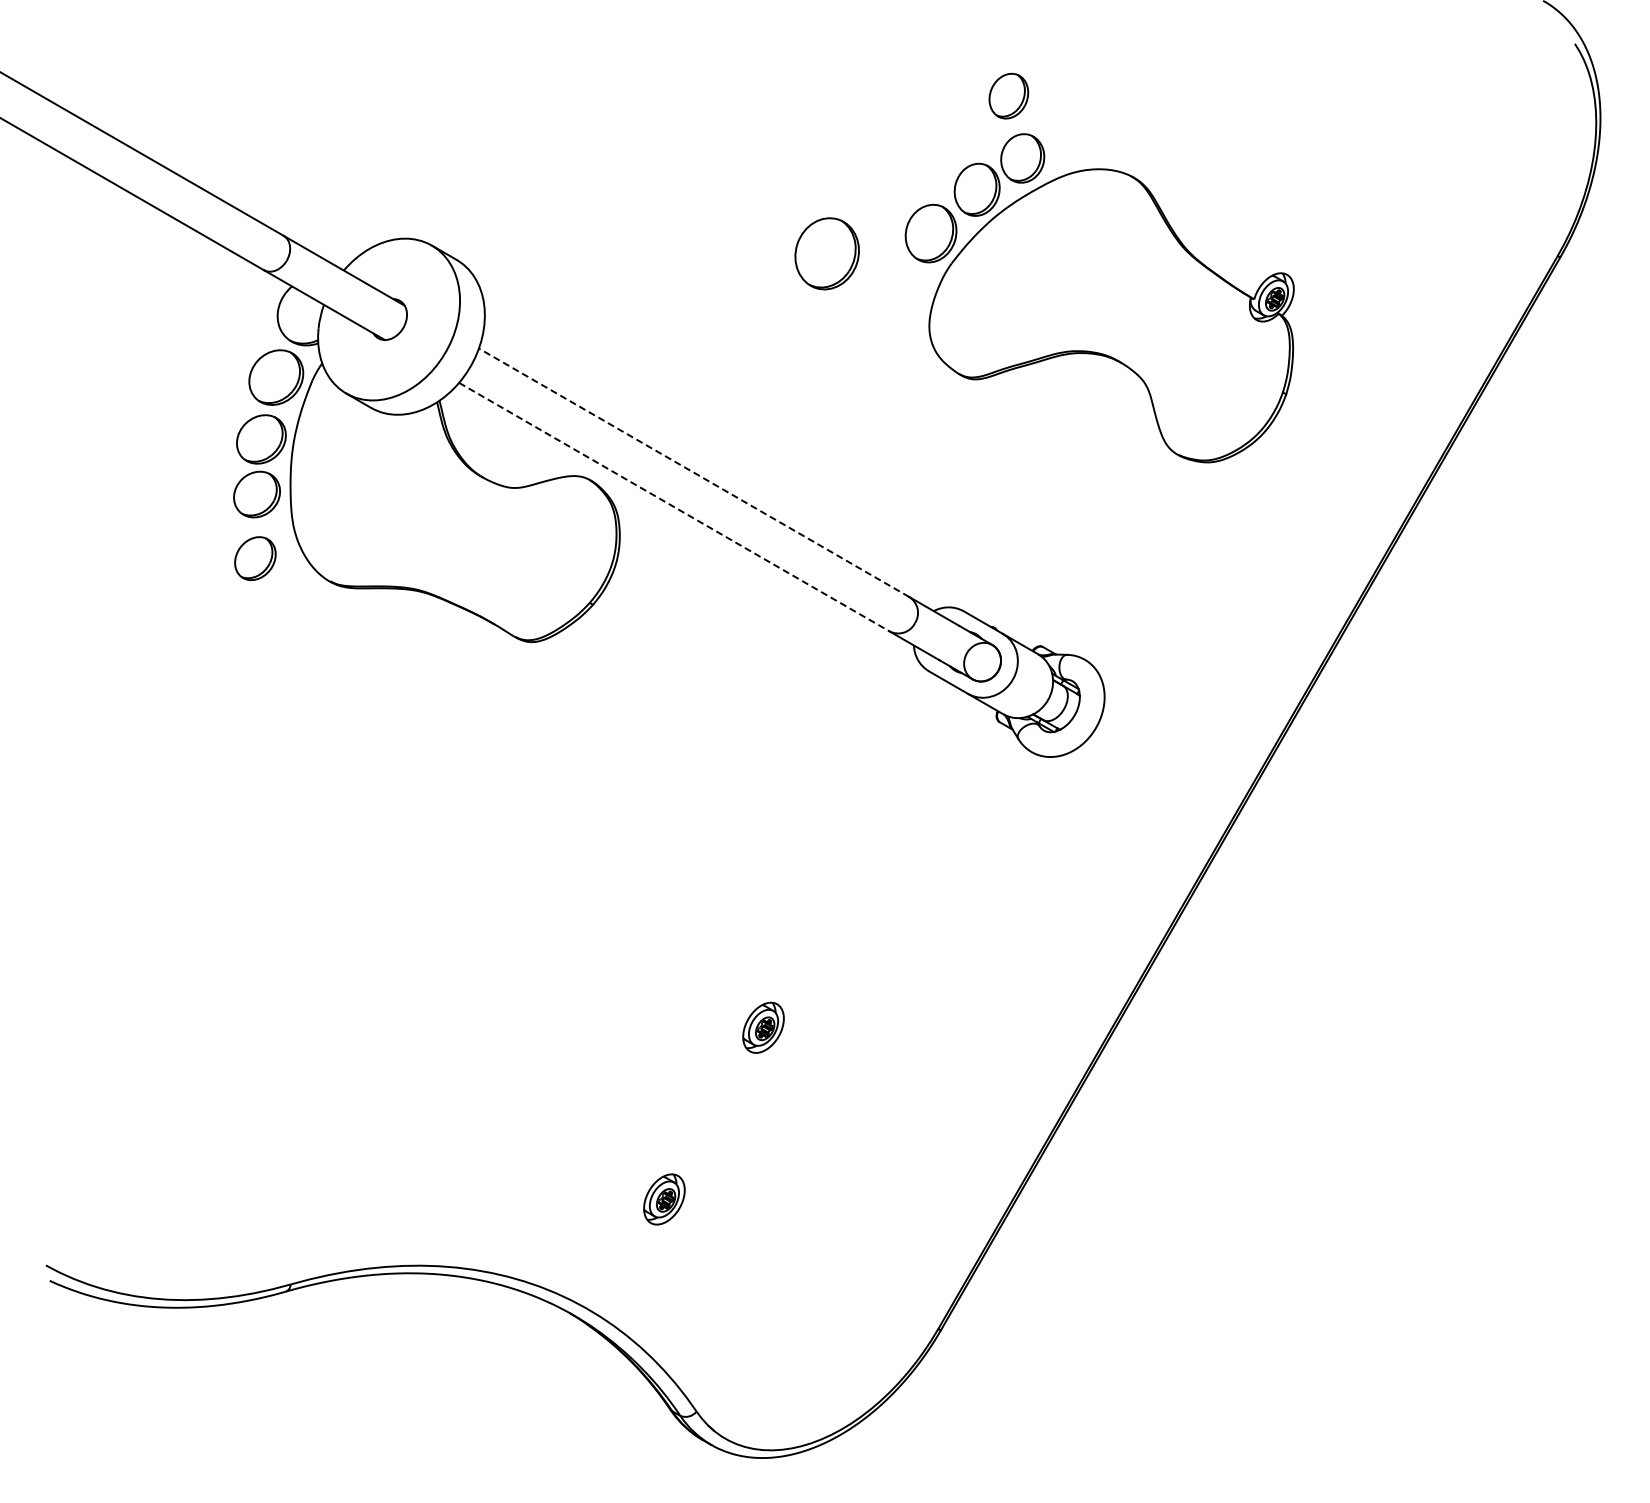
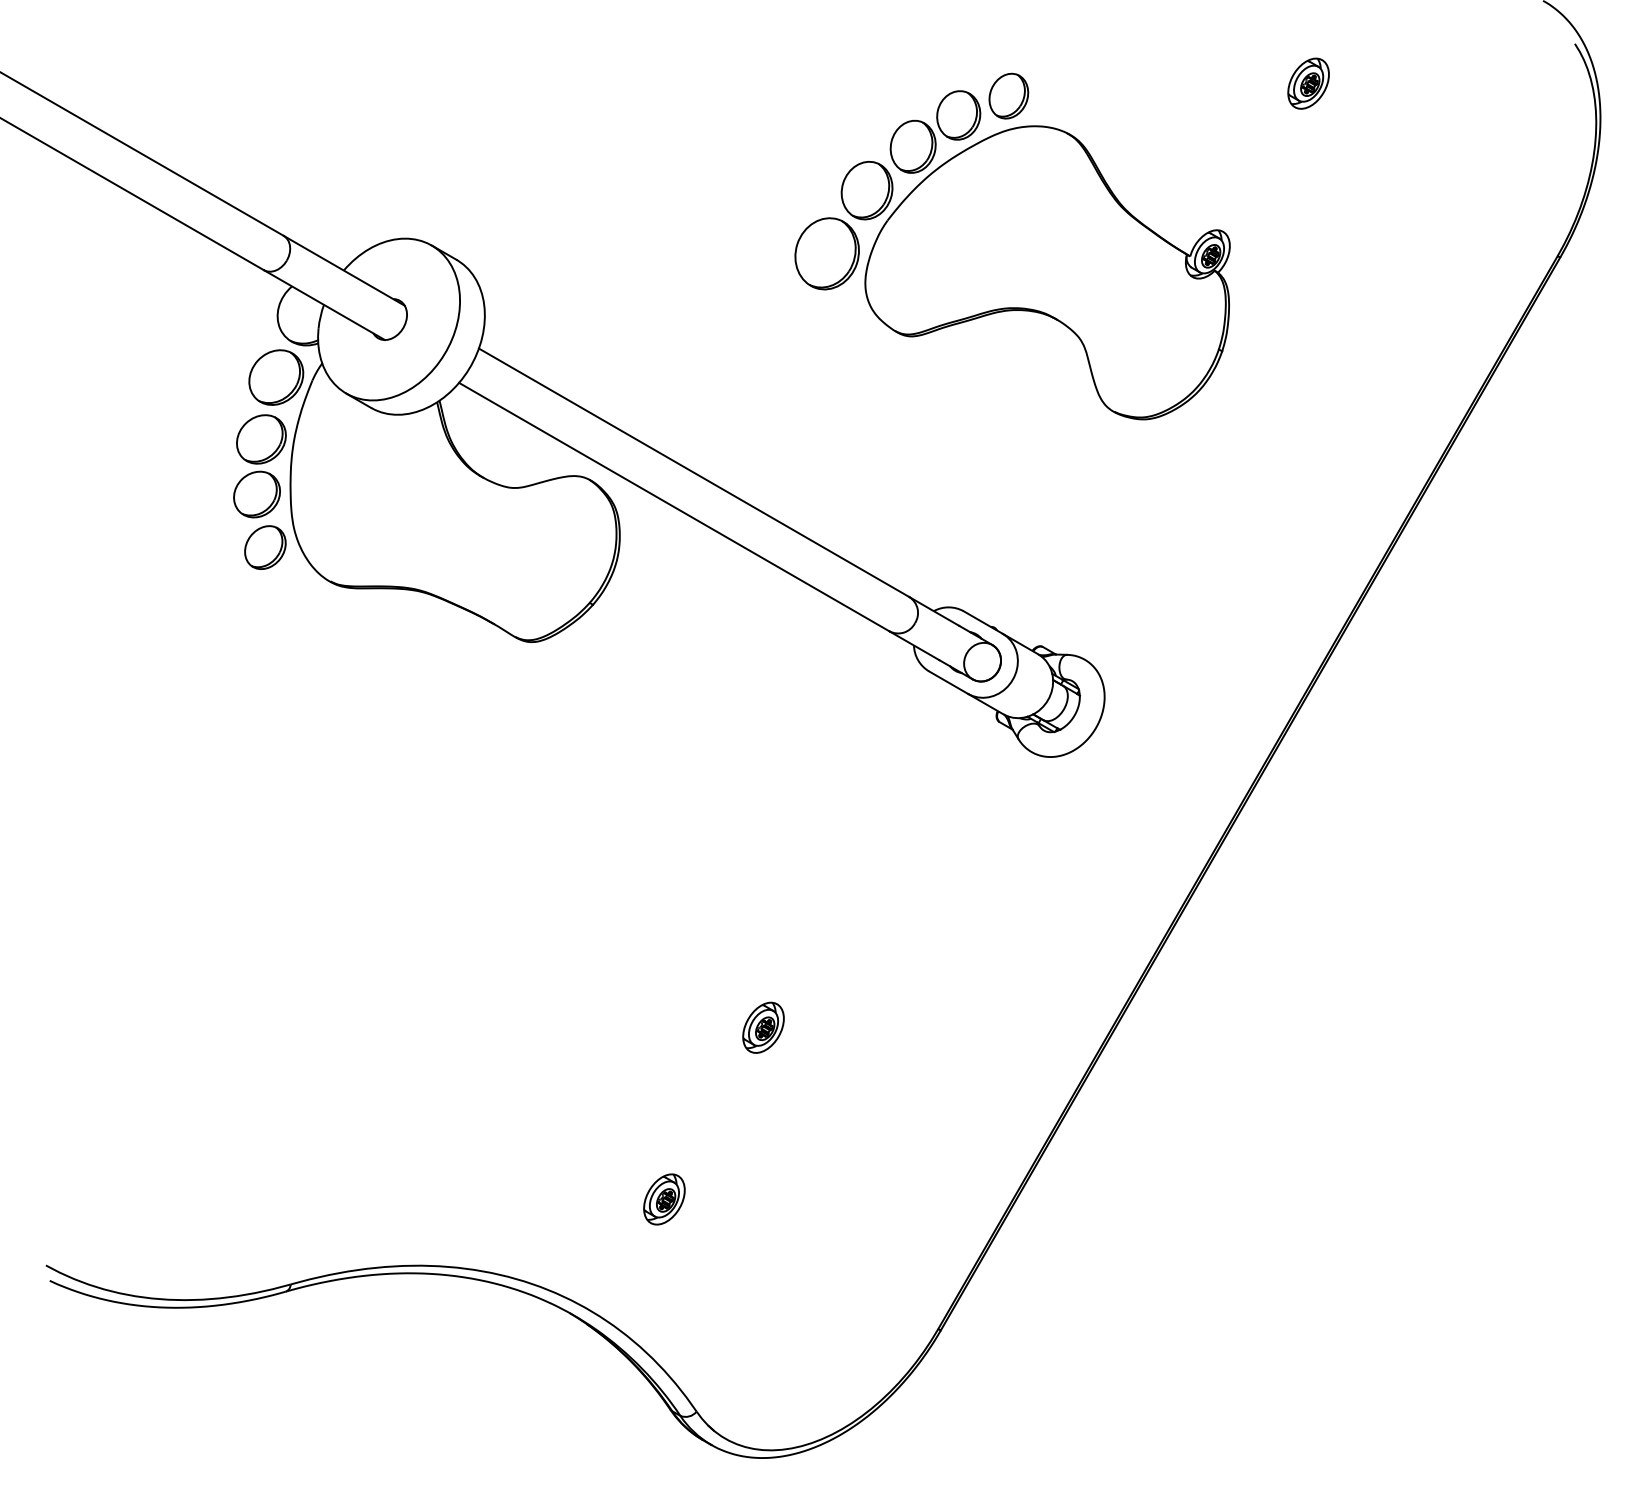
part at (1308, 83): none -> present
part at (1099, 298) position: (1099, 298) -> (1035, 255)
line at (693, 472): dashed -> solid
line at (674, 507): dashed -> solid
part at (255, 558) position: (255, 558) -> (265, 547)
